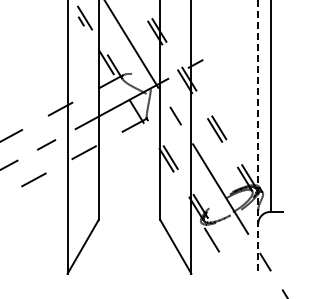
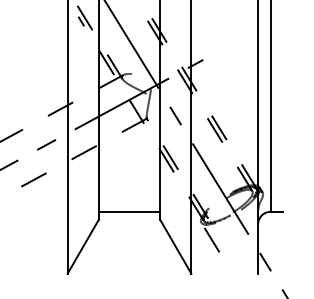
line at (258, 137): dashed -> solid
line at (129, 211): none -> present
